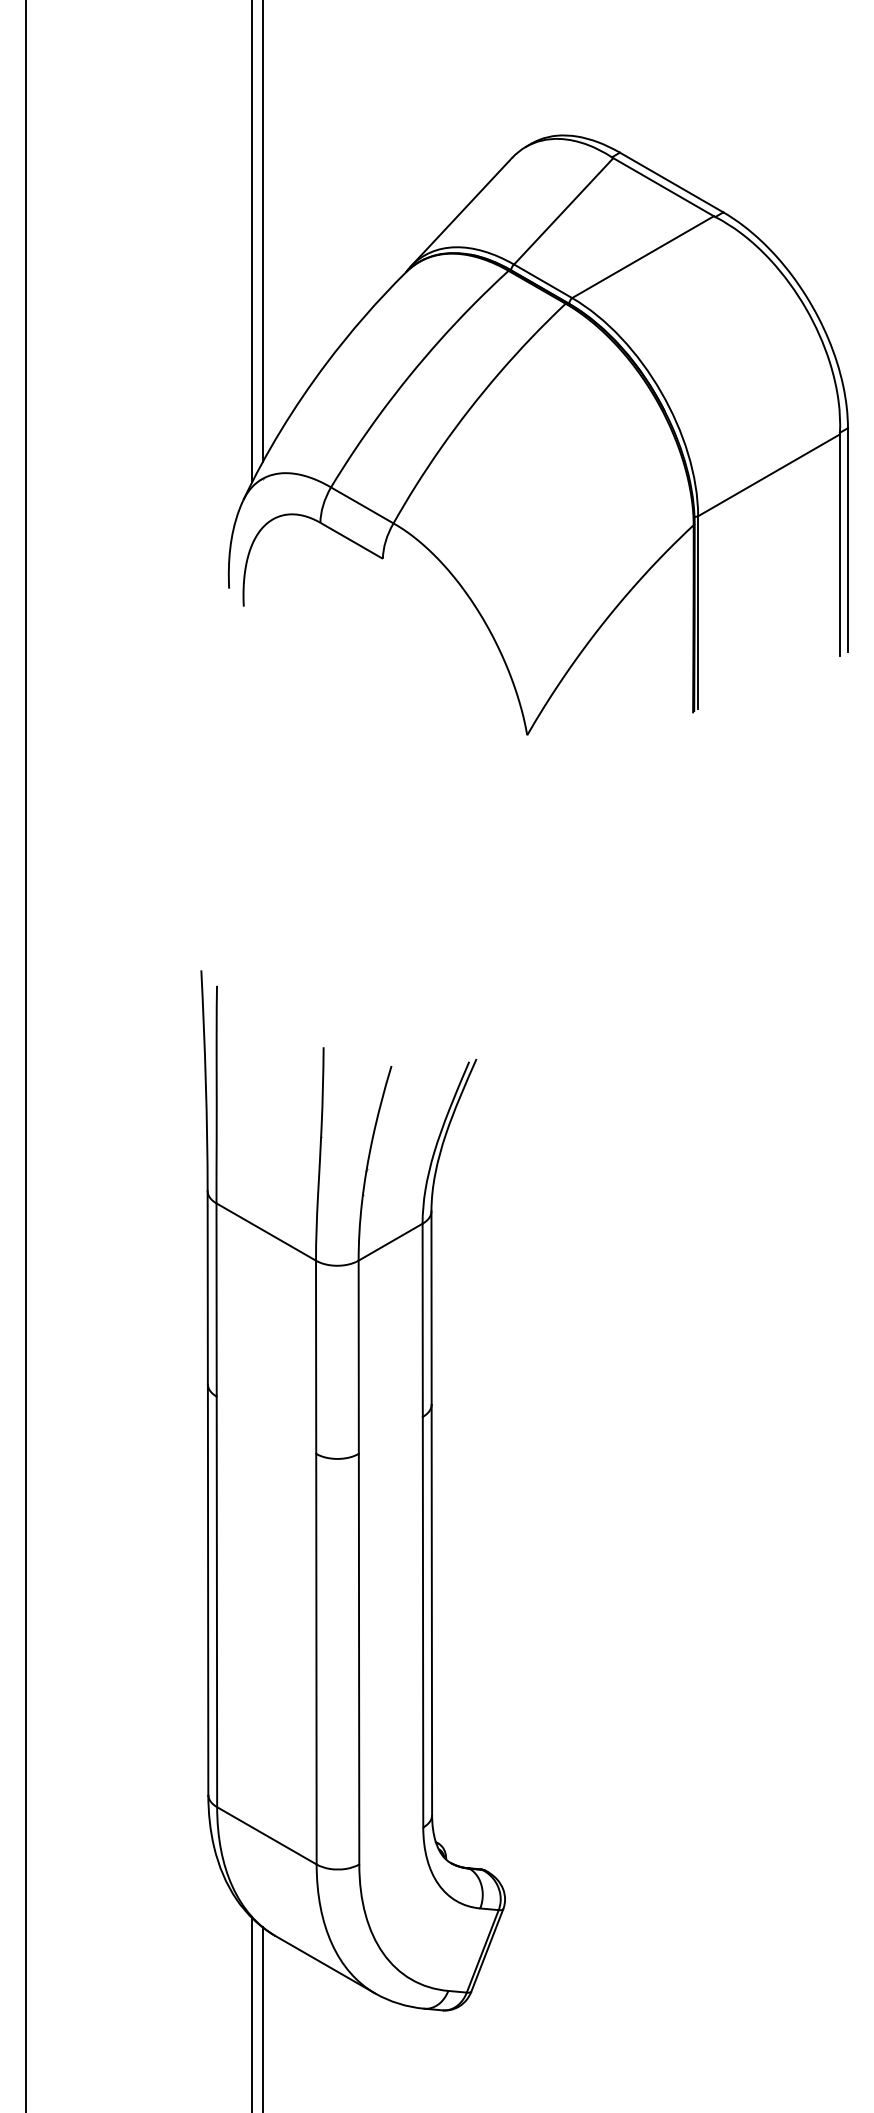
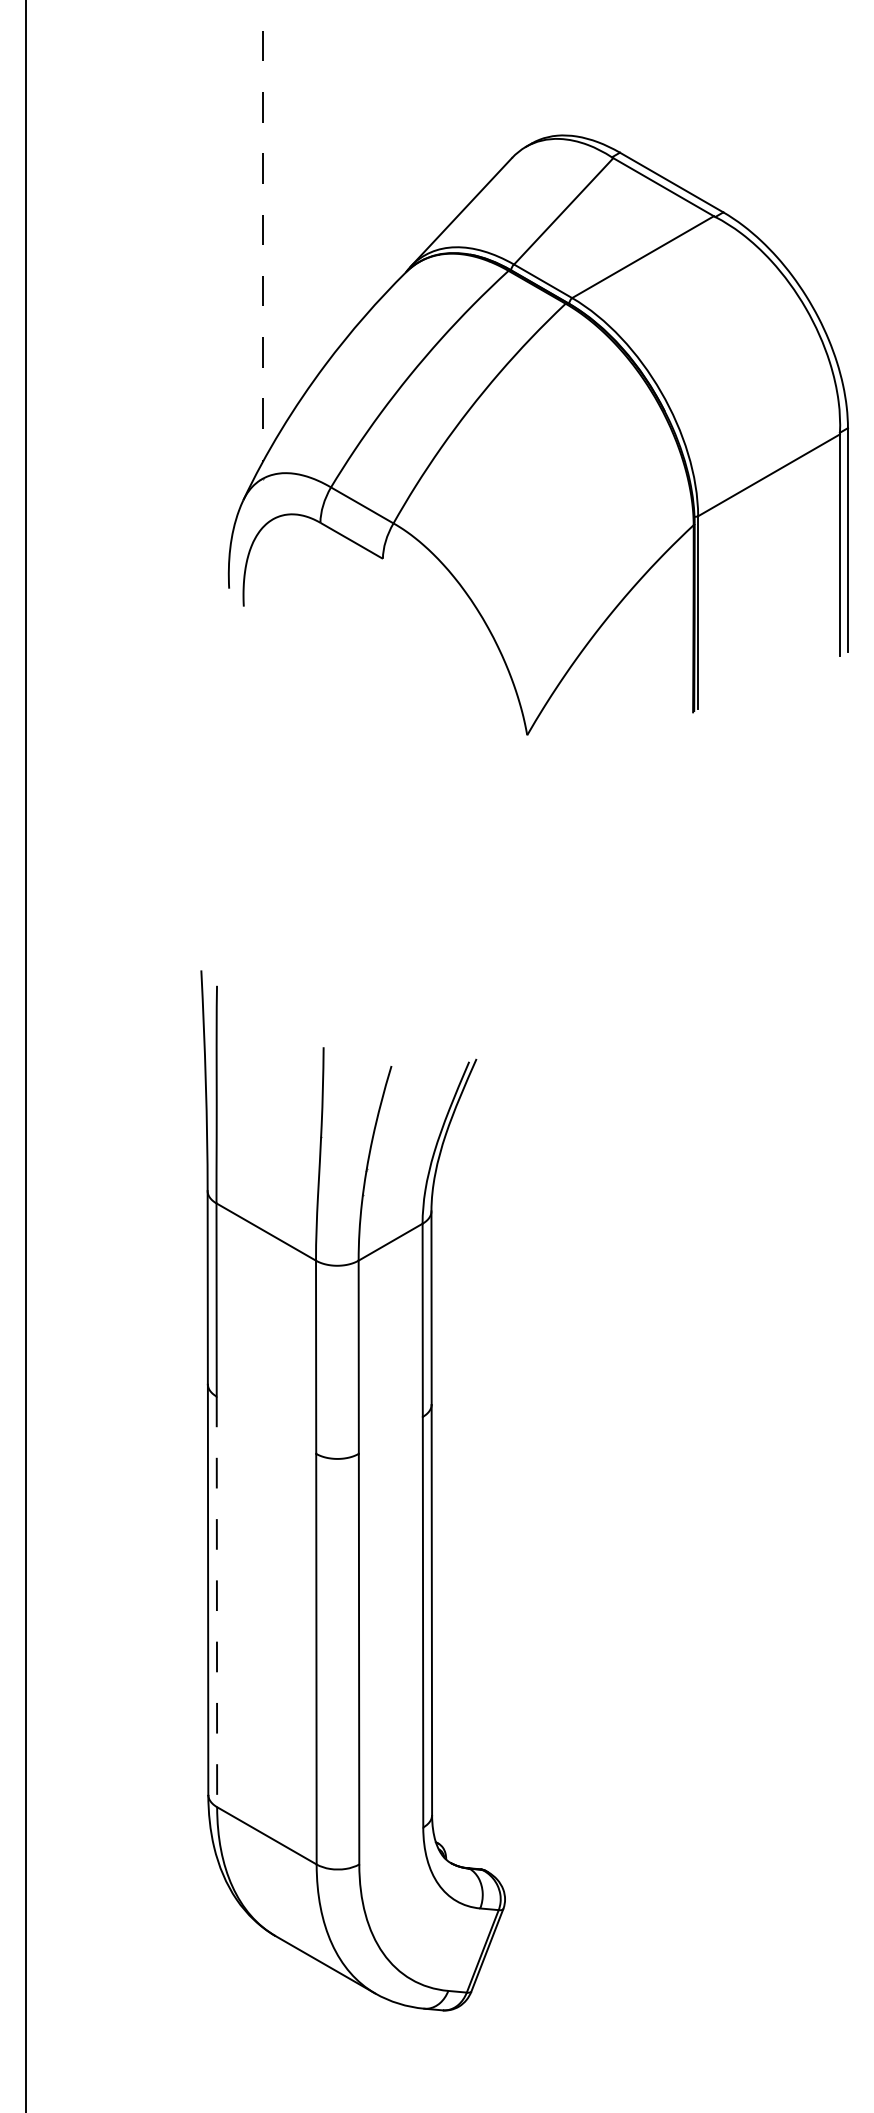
line at (262, 231): solid -> dashed
line at (252, 242): present -> none
line at (216, 1602): solid -> dashed
line at (252, 2013): present -> none
line at (262, 2018): present -> none
